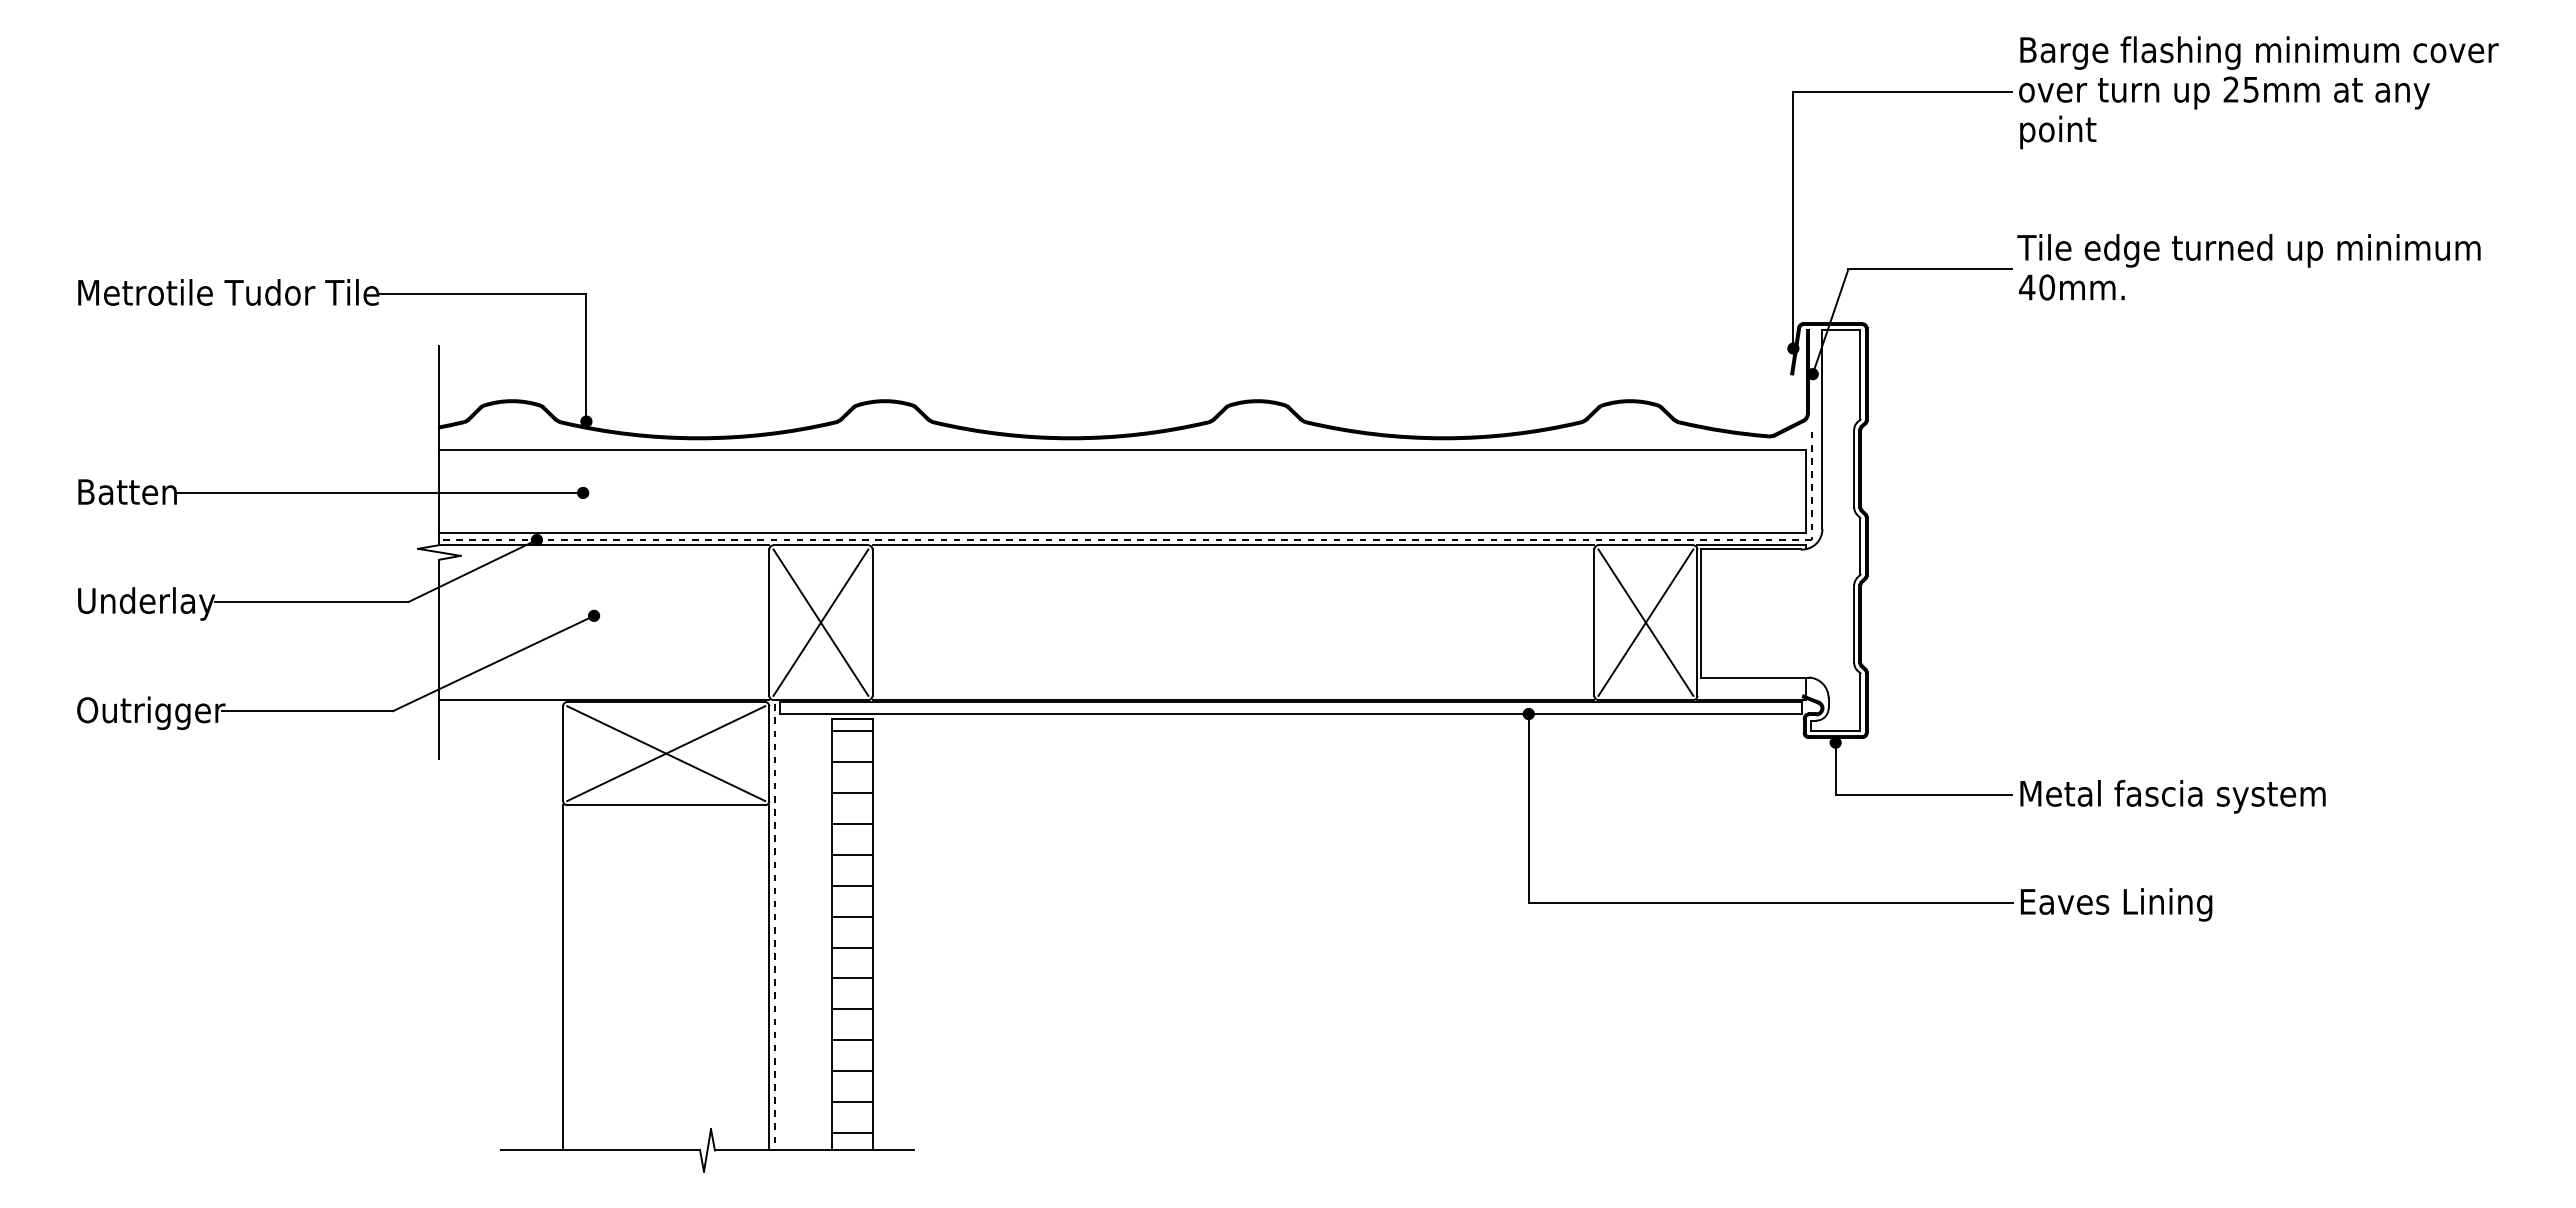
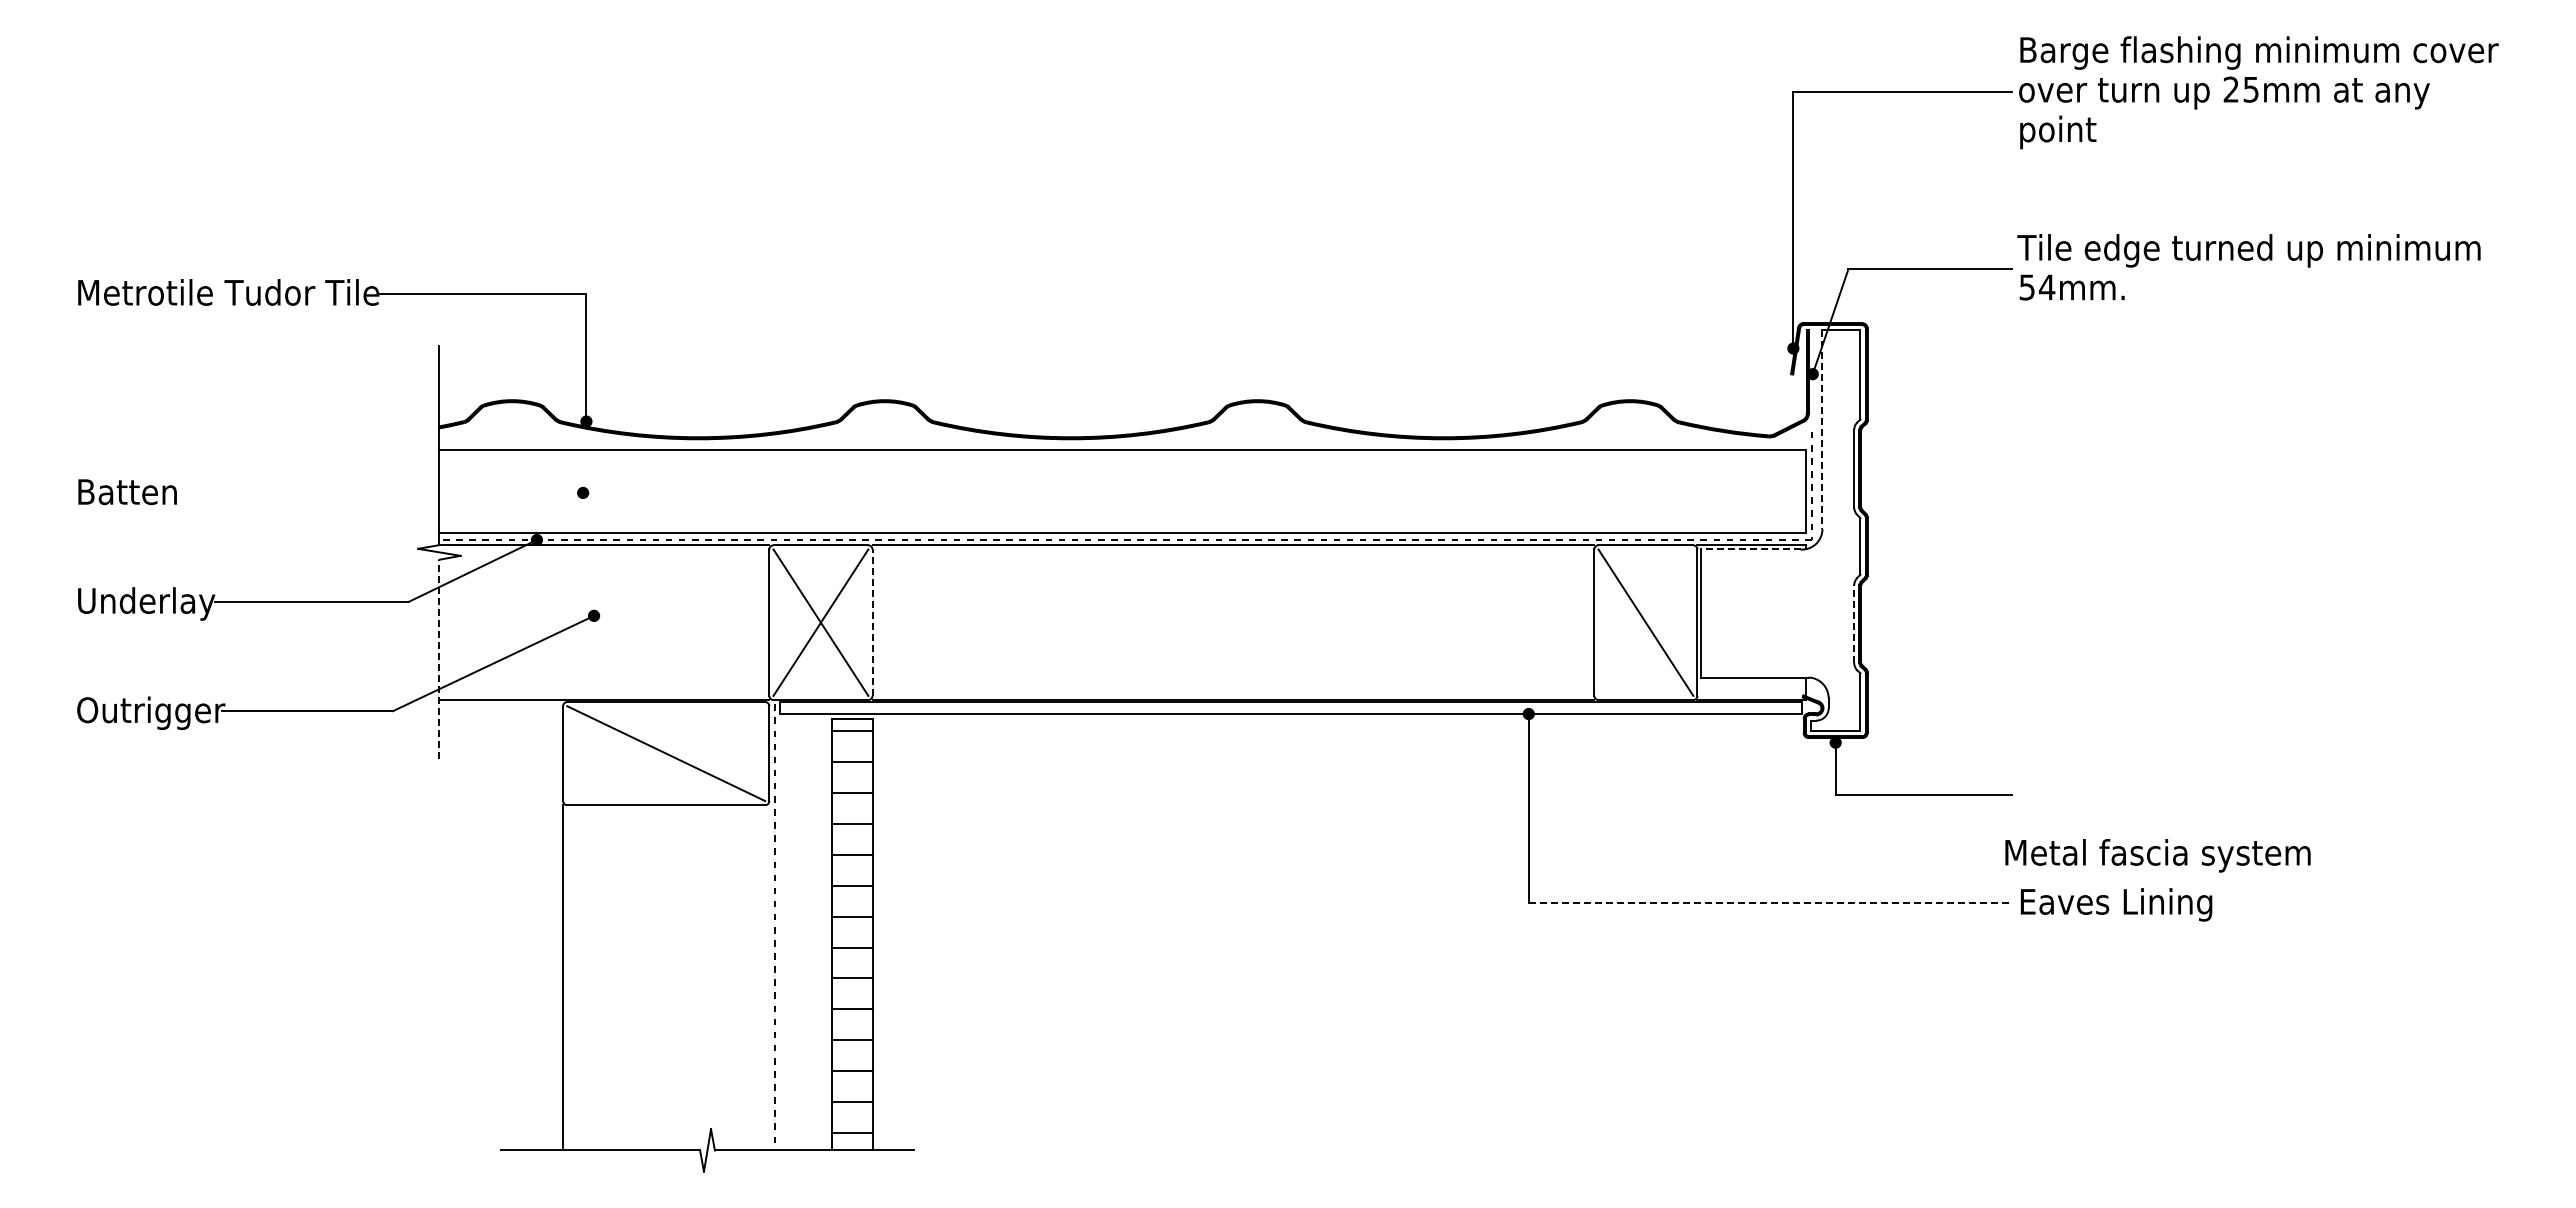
text at (2037, 287): 40mm. -> 54mm.
line at (1822, 430): solid -> dashed
line at (380, 492): present -> none
line at (1751, 549): solid -> dashed
line at (872, 622): solid -> dashed
line at (1645, 622): present -> none
line at (1854, 624): solid -> dashed
line at (439, 658): solid -> dashed
line at (666, 753): present -> none
text at (2172, 796) position: (2172, 796) -> (2157, 855)
line at (1771, 902): solid -> dashed
line at (769, 977): present -> none
